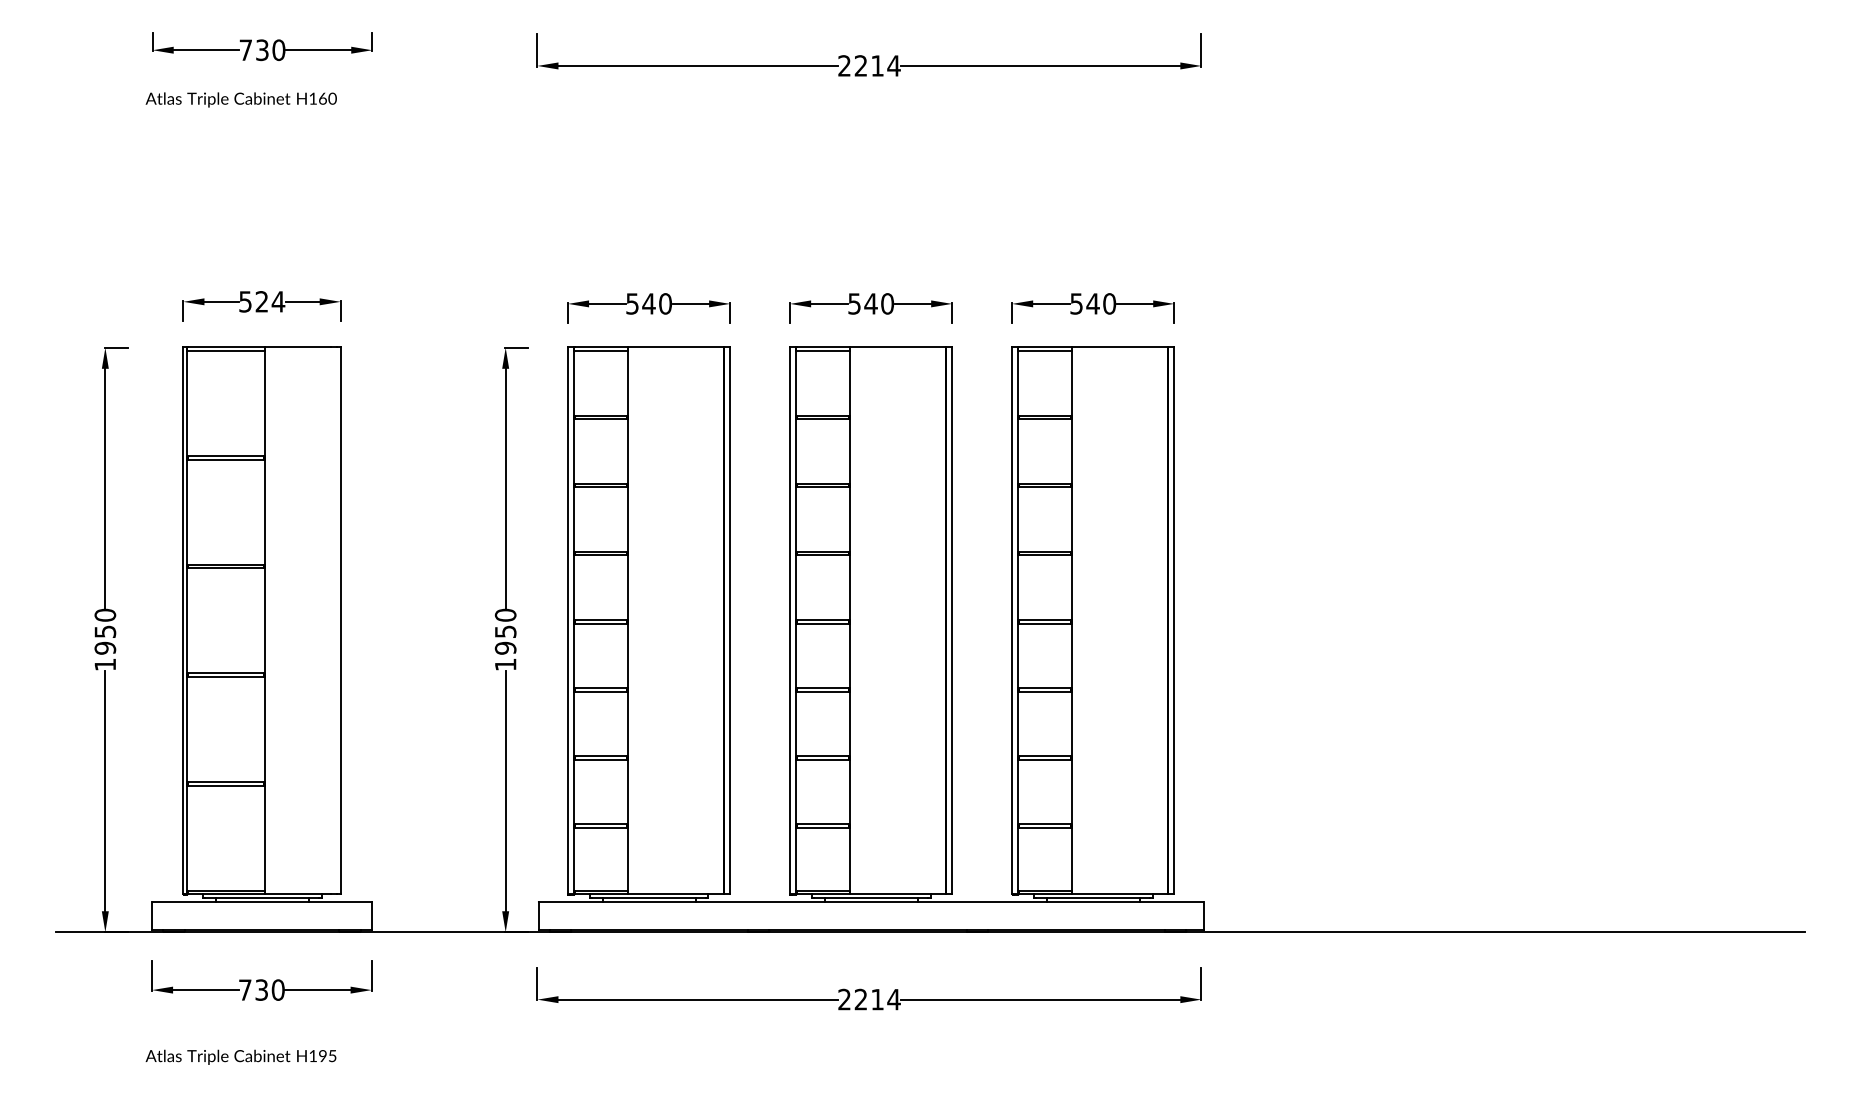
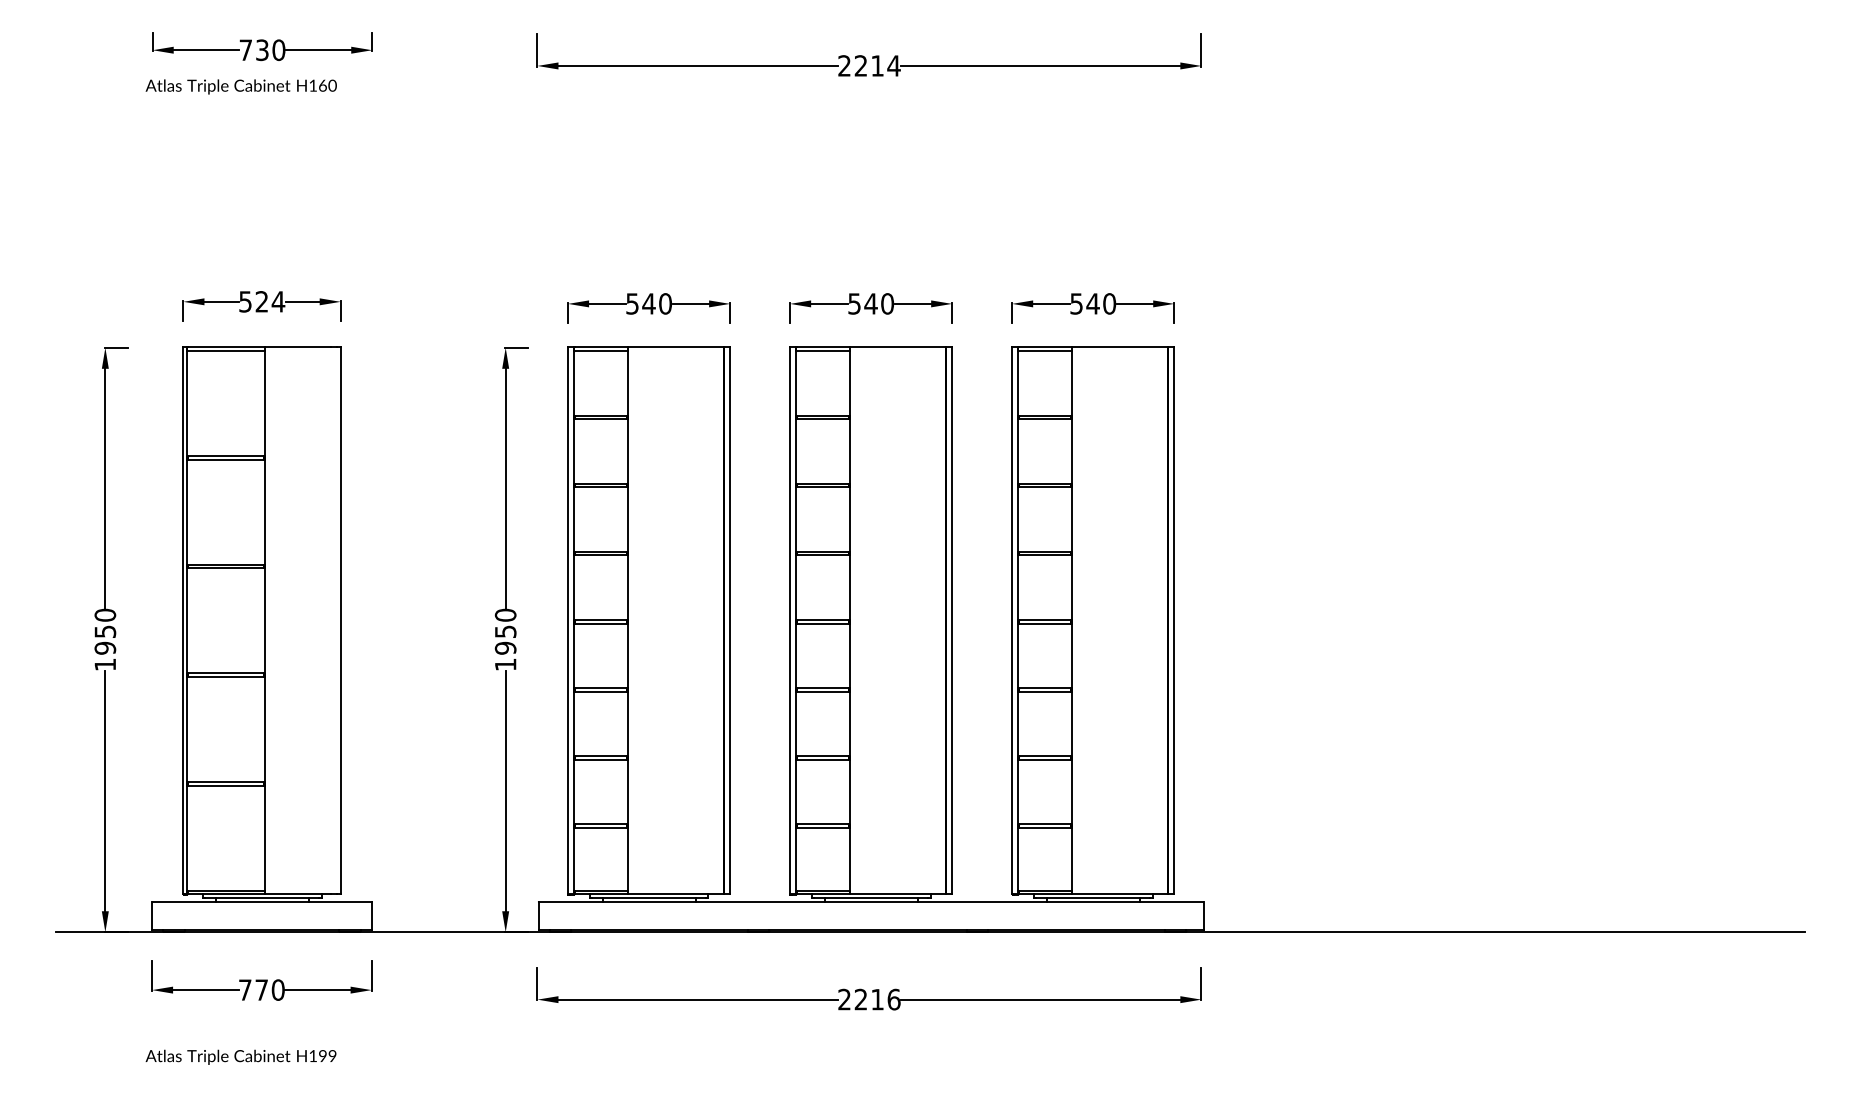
text at (240, 99) position: (240, 99) -> (240, 86)
text at (261, 989): 730 -> 770
text at (893, 999): 2214 -> 2216
text at (332, 1056): H195 -> H199
